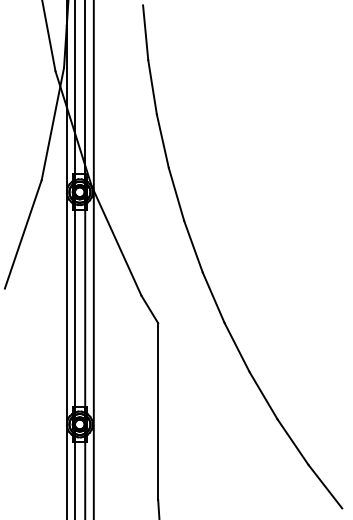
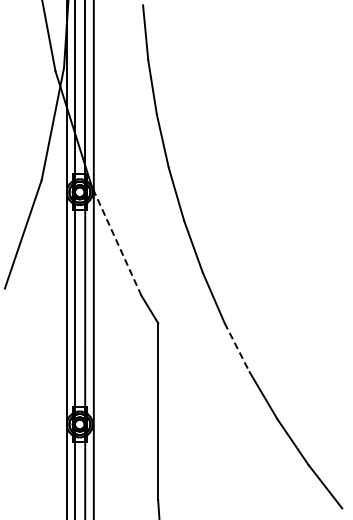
line at (116, 240): solid -> dashed
line at (237, 348): solid -> dashed
